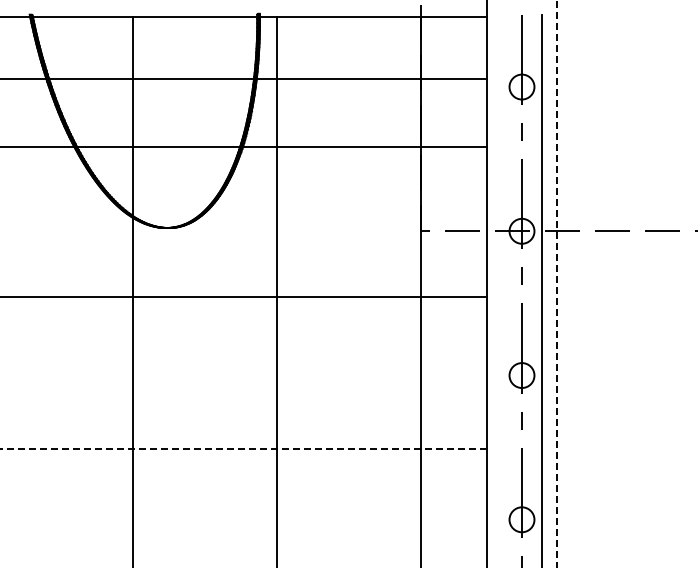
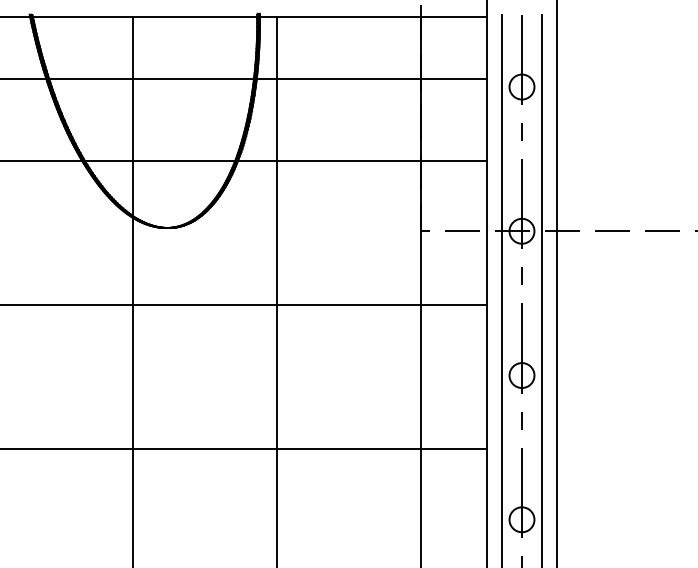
line at (244, 146) position: (244, 146) -> (244, 160)
line at (557, 284): dashed -> solid
line at (502, 289): none -> present
line at (244, 296) position: (244, 296) -> (244, 304)
line at (243, 449): dashed -> solid
